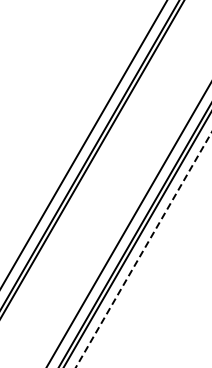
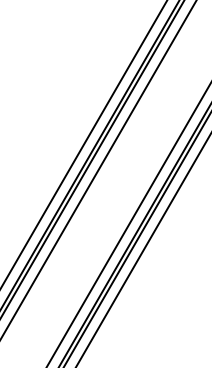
line at (98, 169): none -> present
line at (143, 250): dashed -> solid
